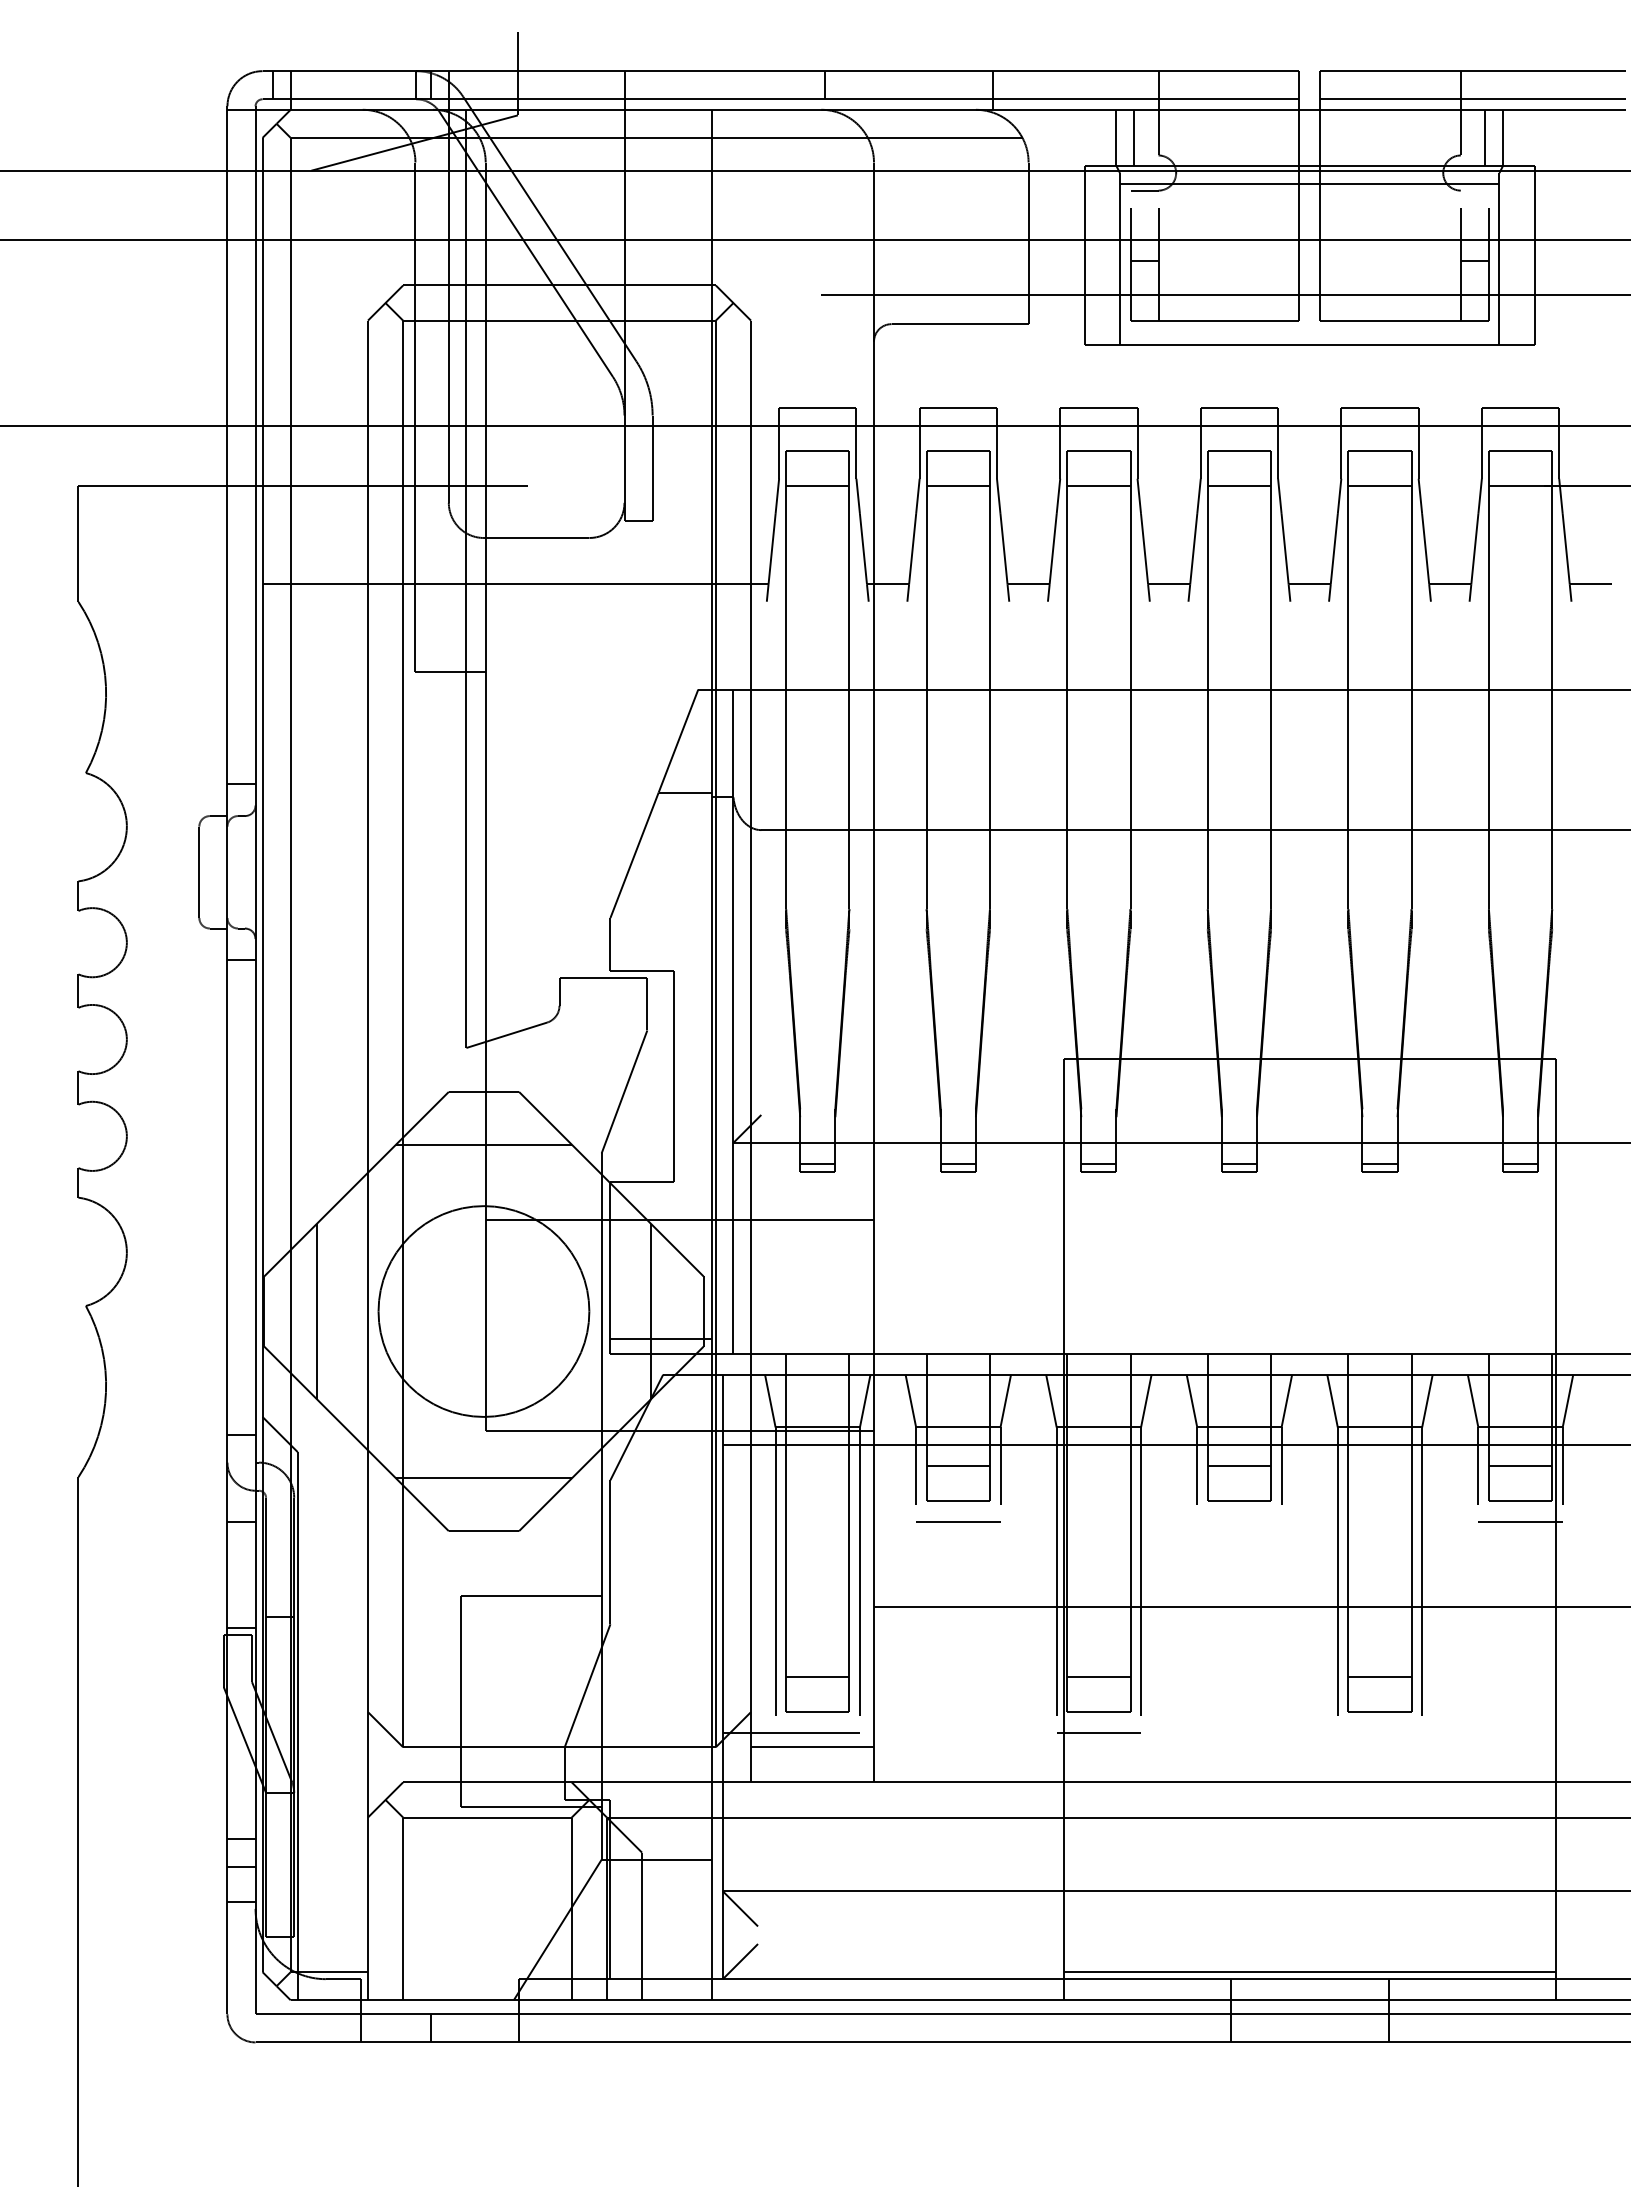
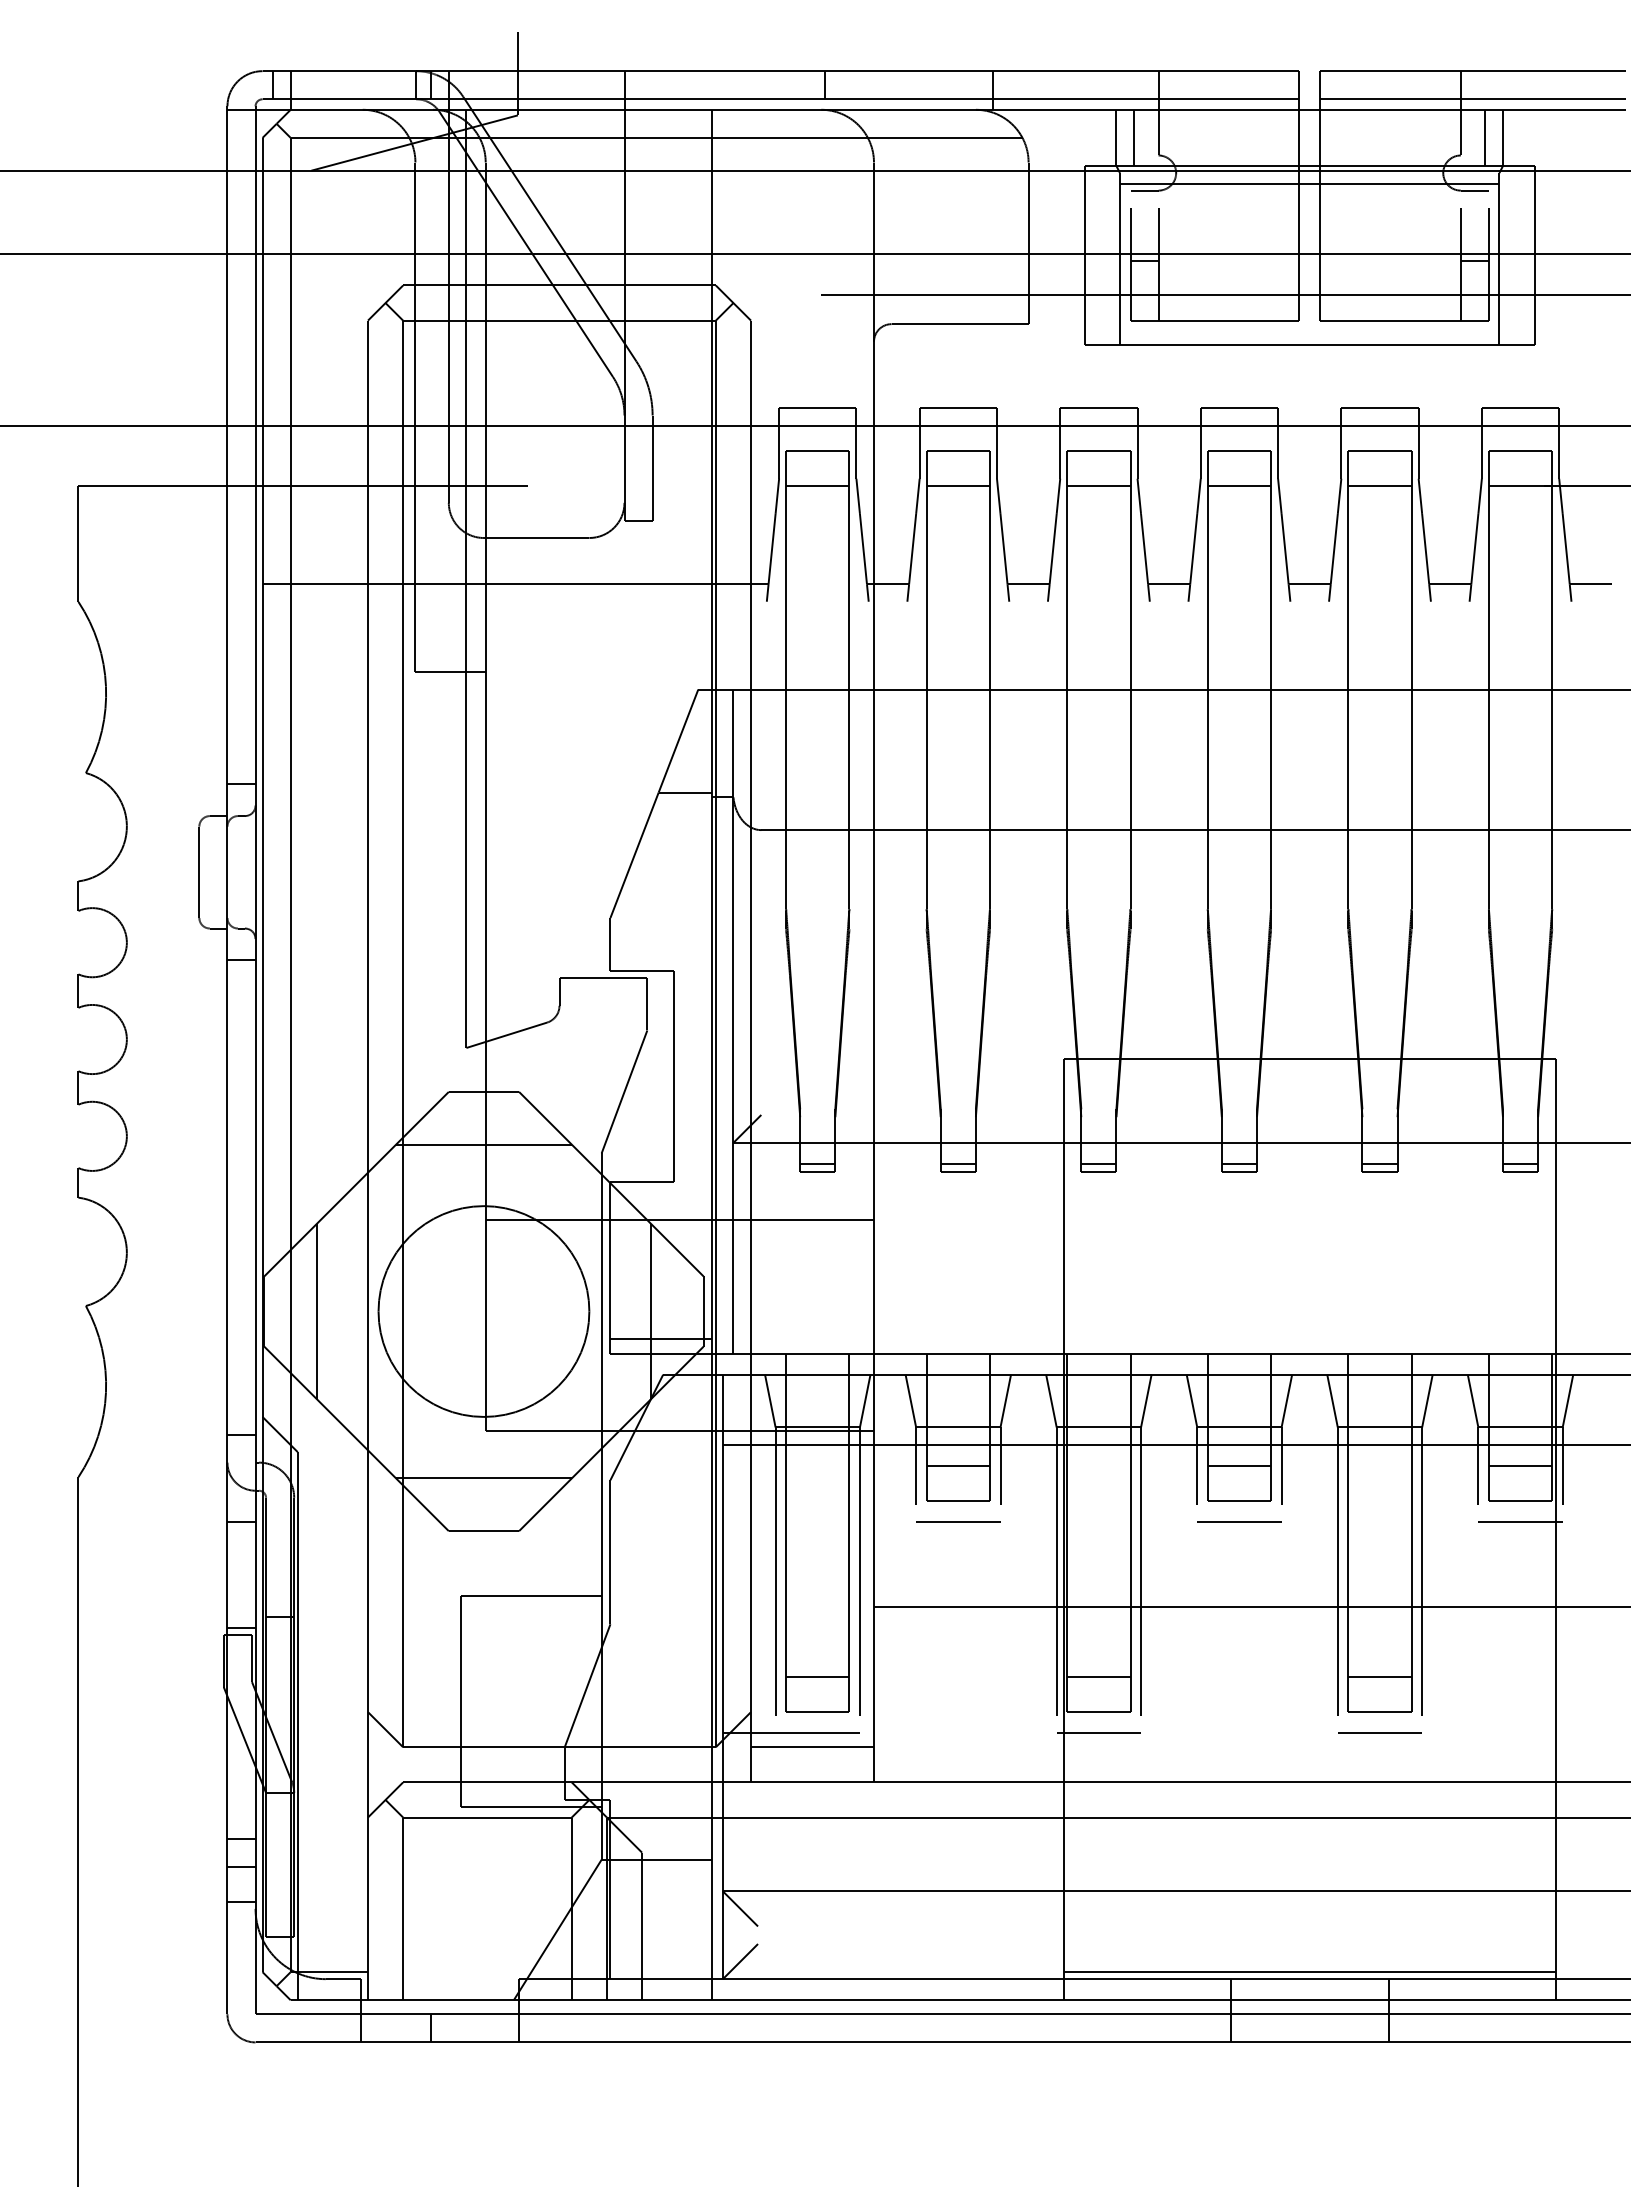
line at (1474, 190): none -> present
line at (814, 239) position: (814, 239) -> (814, 253)
line at (1239, 1521): none -> present
line at (1379, 1732): none -> present
